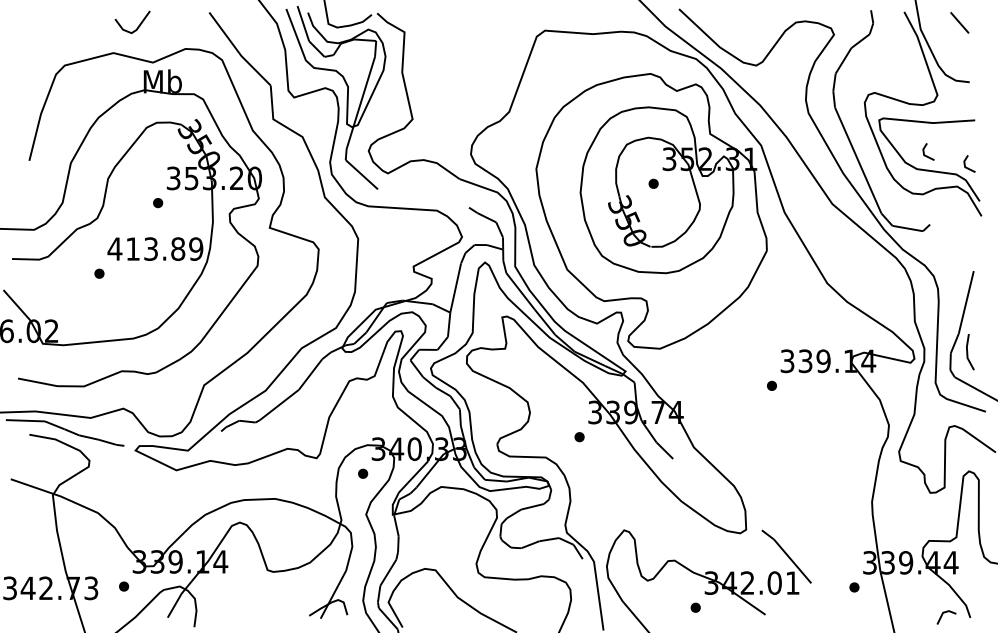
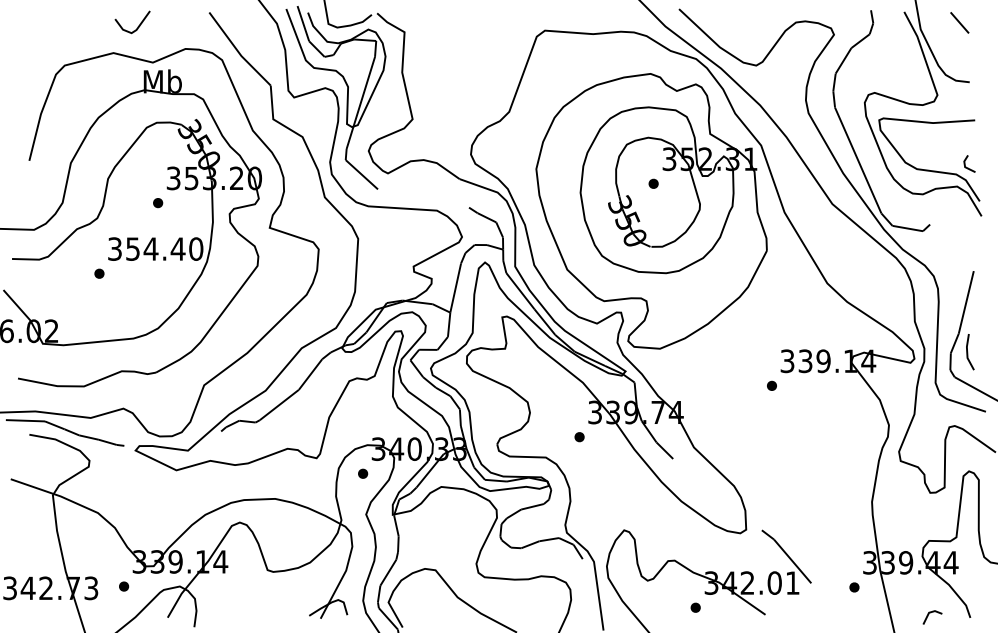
line at (924, 151): present -> none
text at (155, 248): 413.89 -> 354.40
line at (942, 616) position: (942, 616) -> (928, 616)
